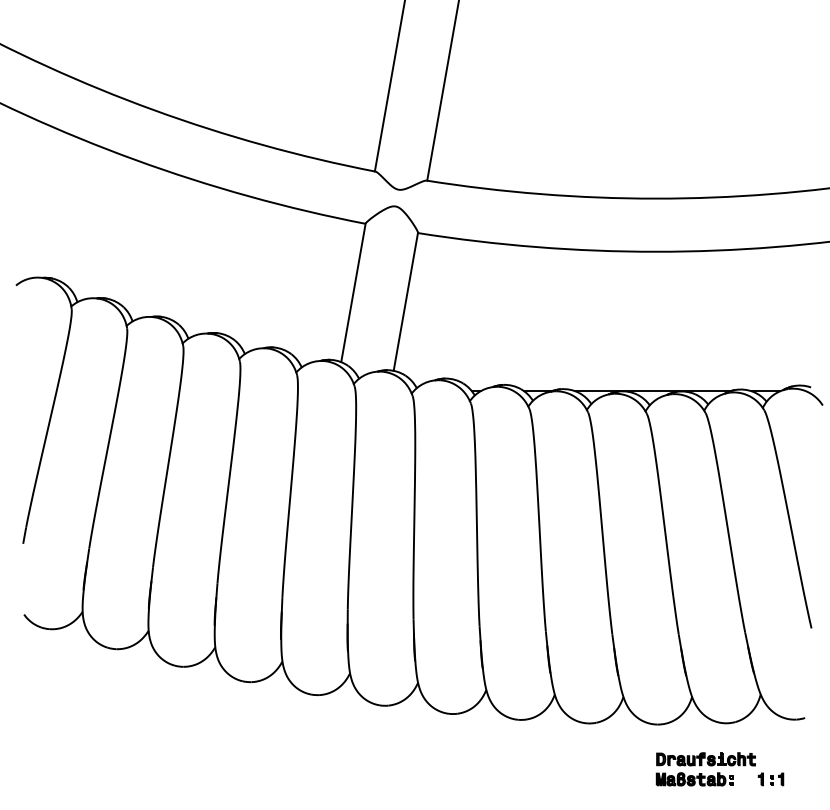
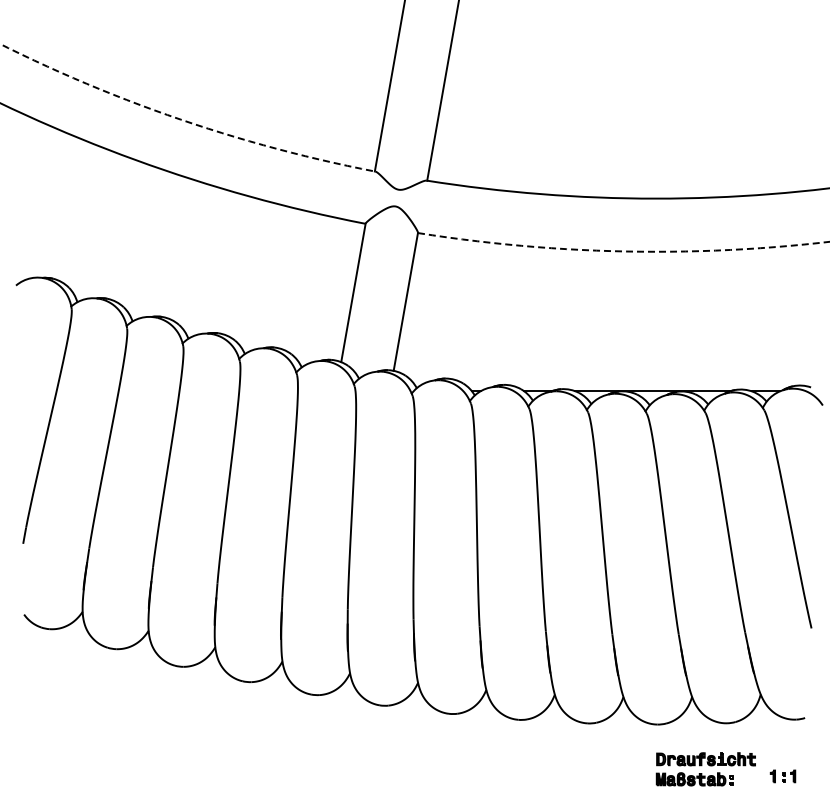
arc at (183, 120): solid -> dashed
arc at (624, 251): solid -> dashed
part at (770, 779) position: (770, 779) -> (782, 776)
